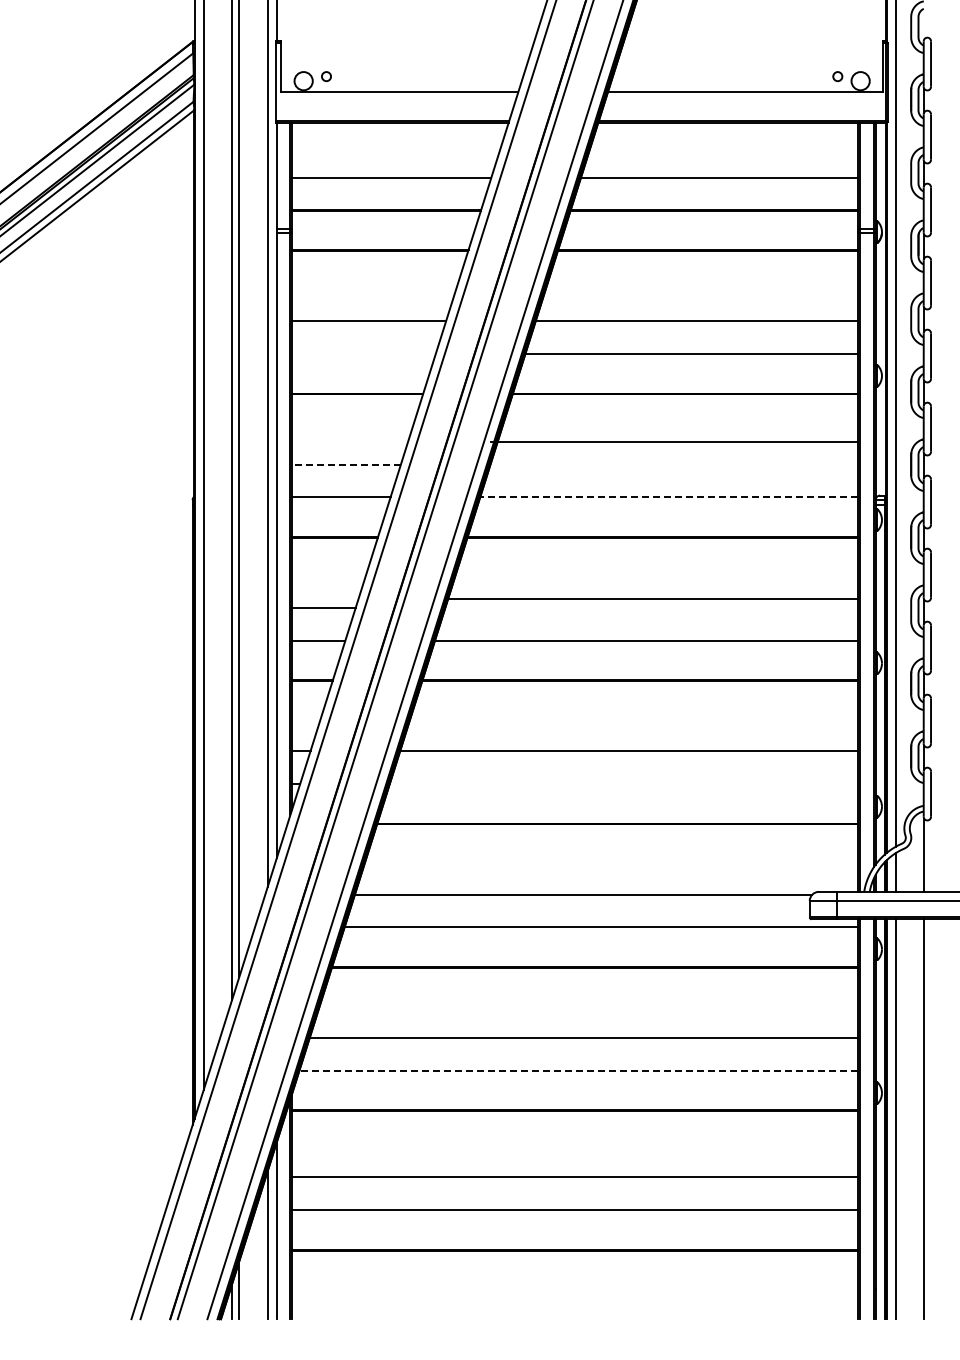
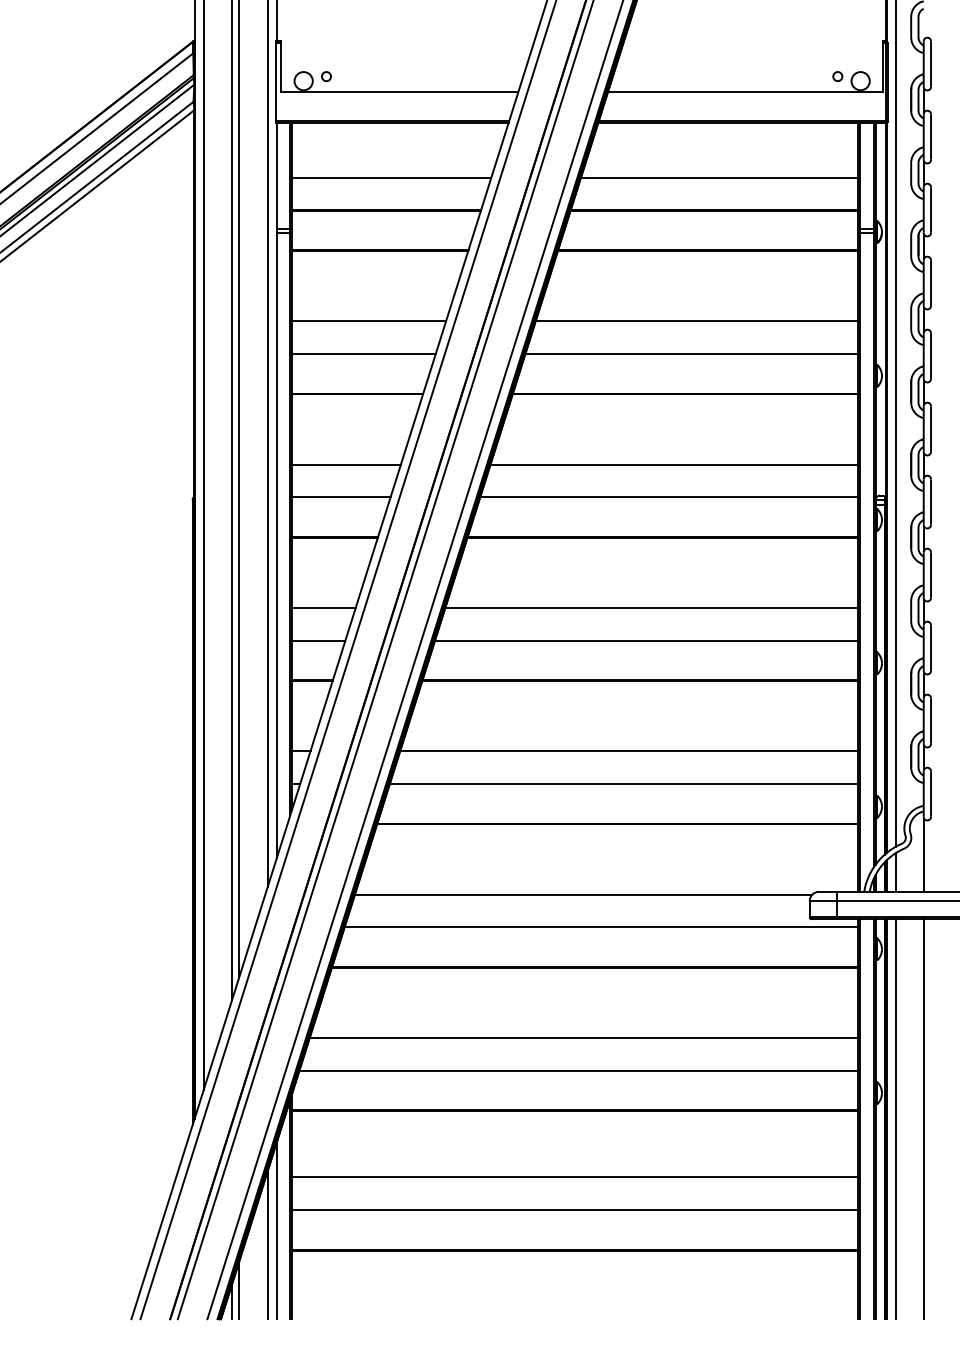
line at (363, 353): none -> present
line at (674, 441) position: (674, 441) -> (674, 464)
line at (346, 464): dashed -> solid
line at (668, 497): dashed -> solid
line at (651, 598) position: (651, 598) -> (651, 607)
line at (623, 783): none -> present
line at (578, 1070): dashed -> solid
